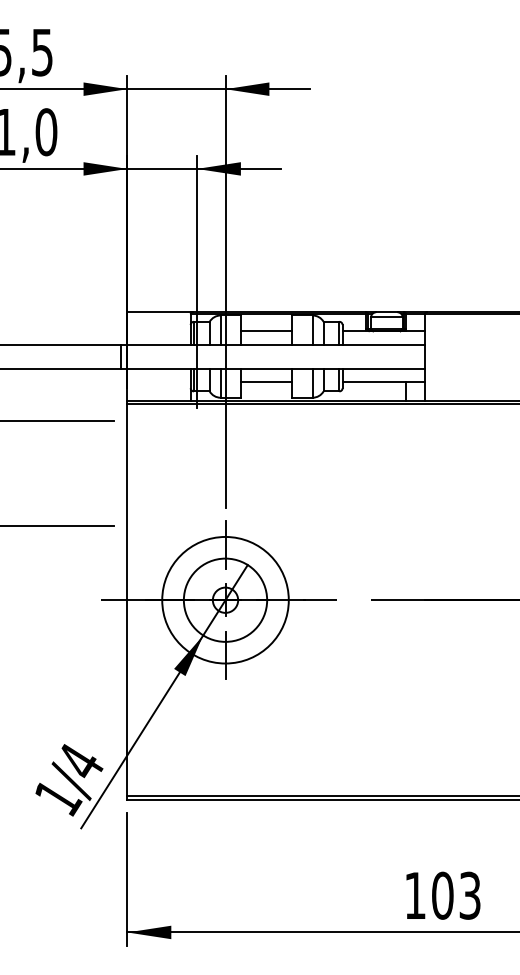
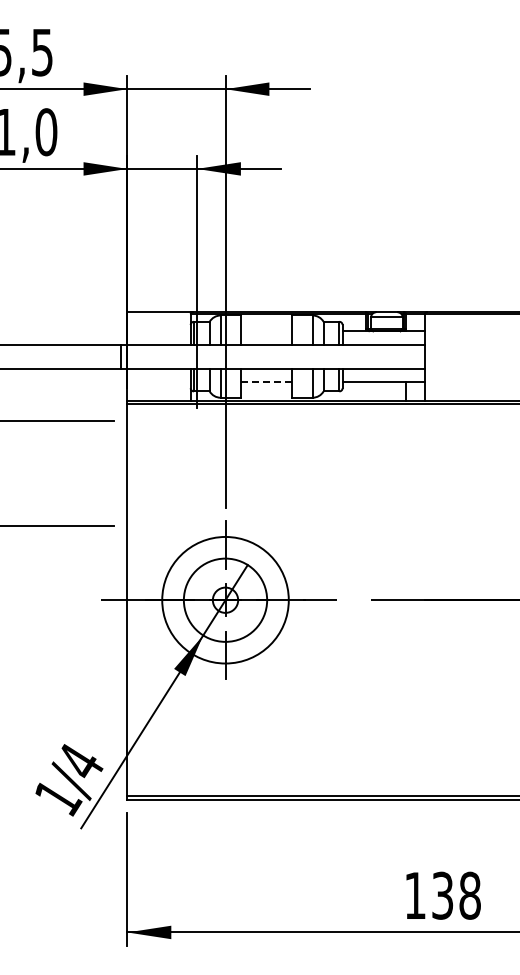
line at (266, 331): present -> none
line at (267, 381): solid -> dashed
text at (456, 895): 103 -> 138
